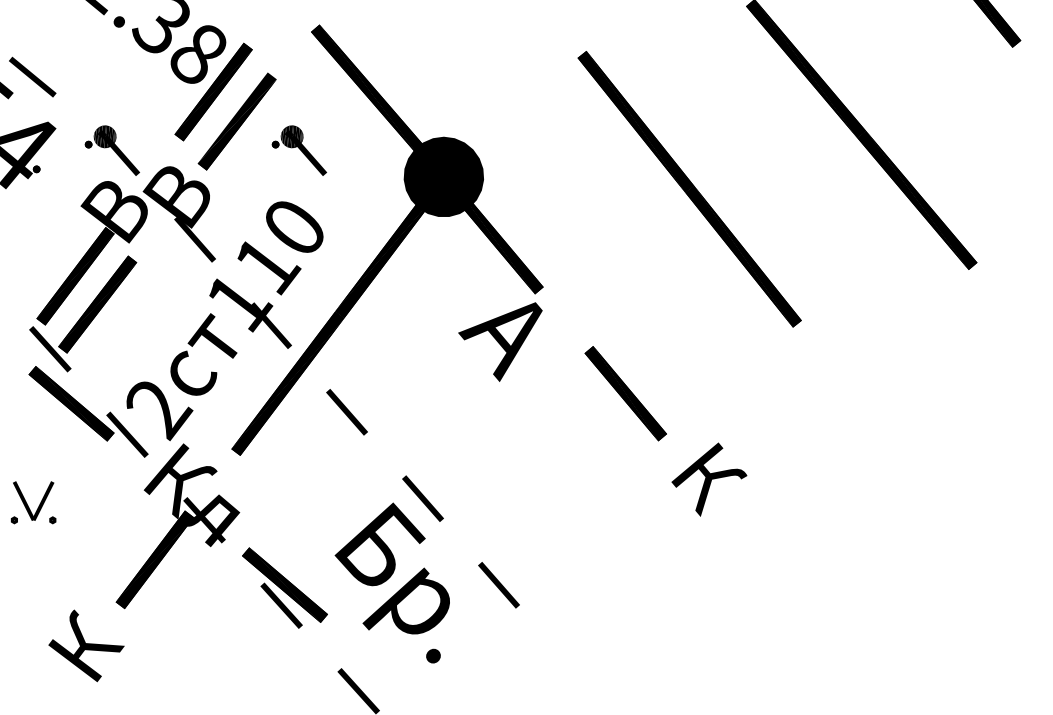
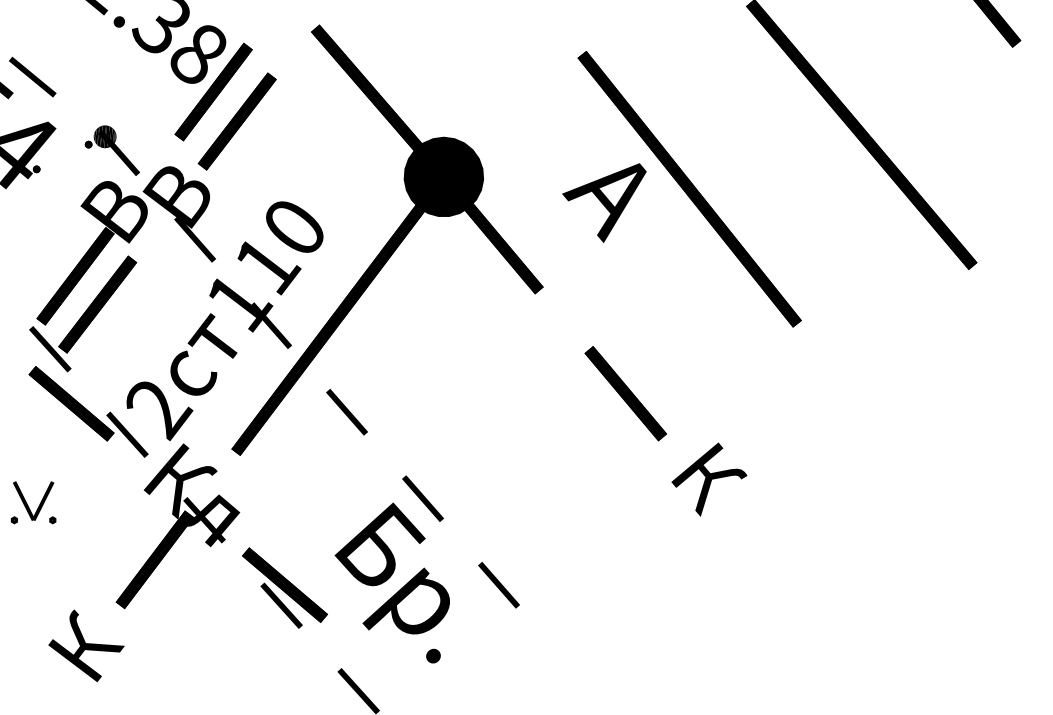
fill at (236, 117): none -> present
part at (298, 150): present -> none
text at (500, 341) position: (500, 341) -> (604, 202)
